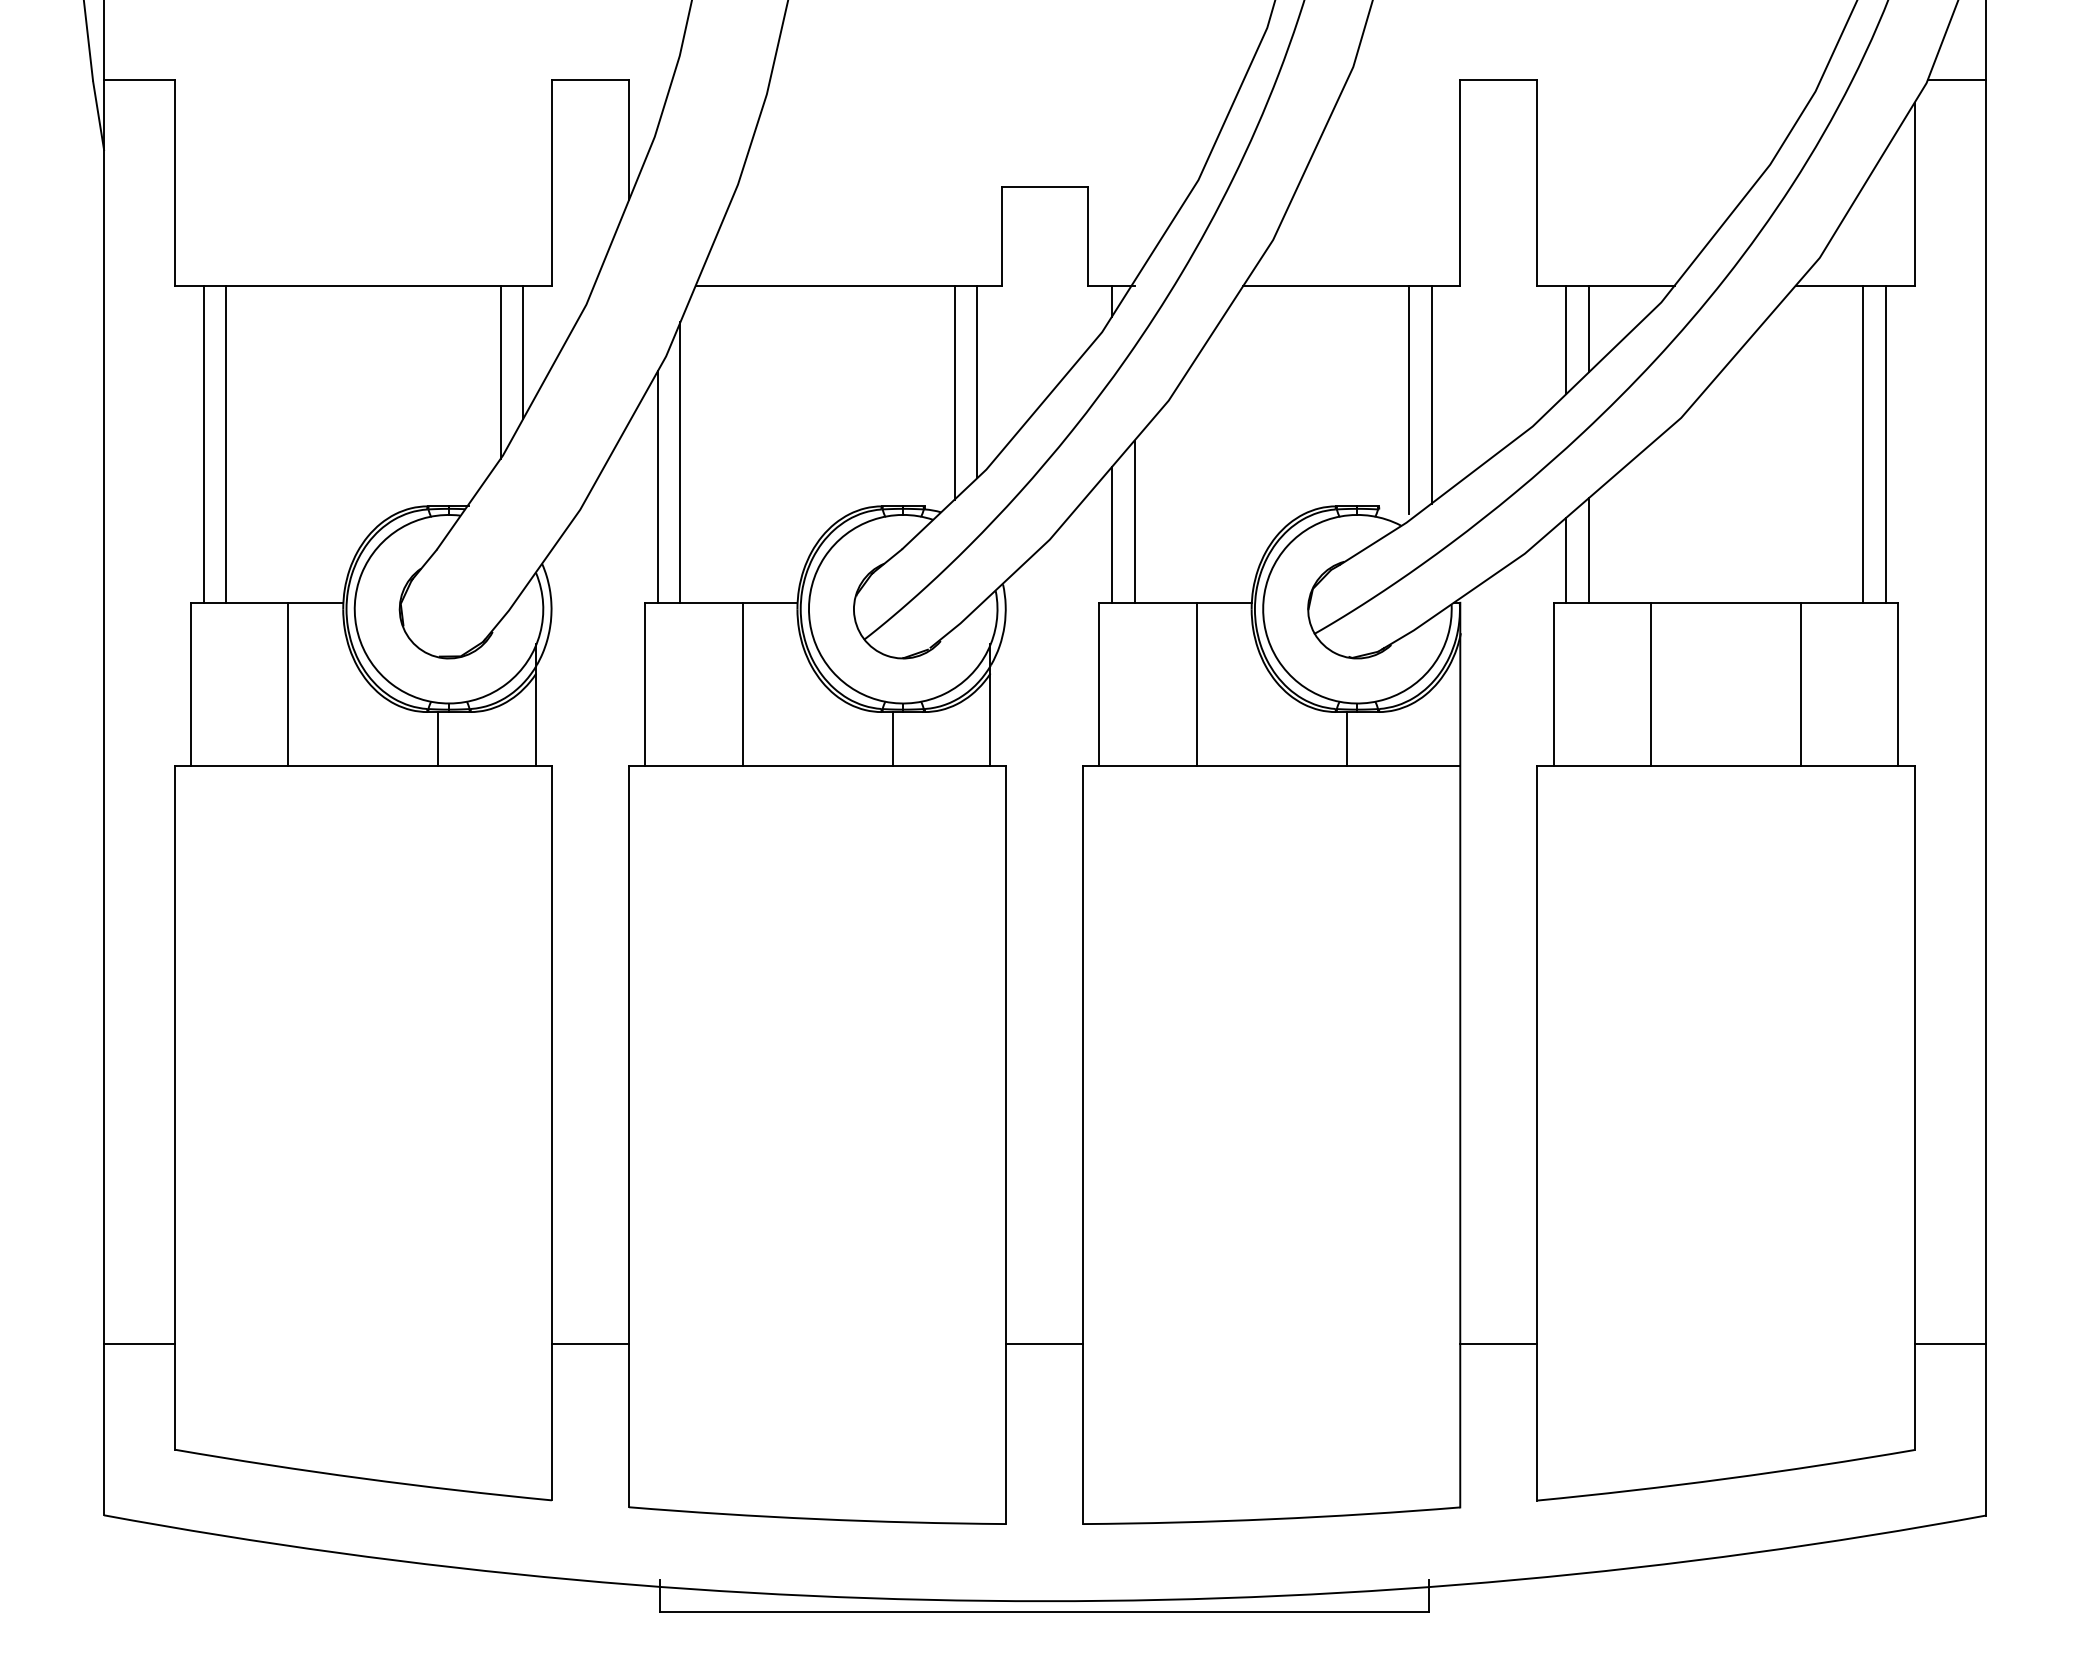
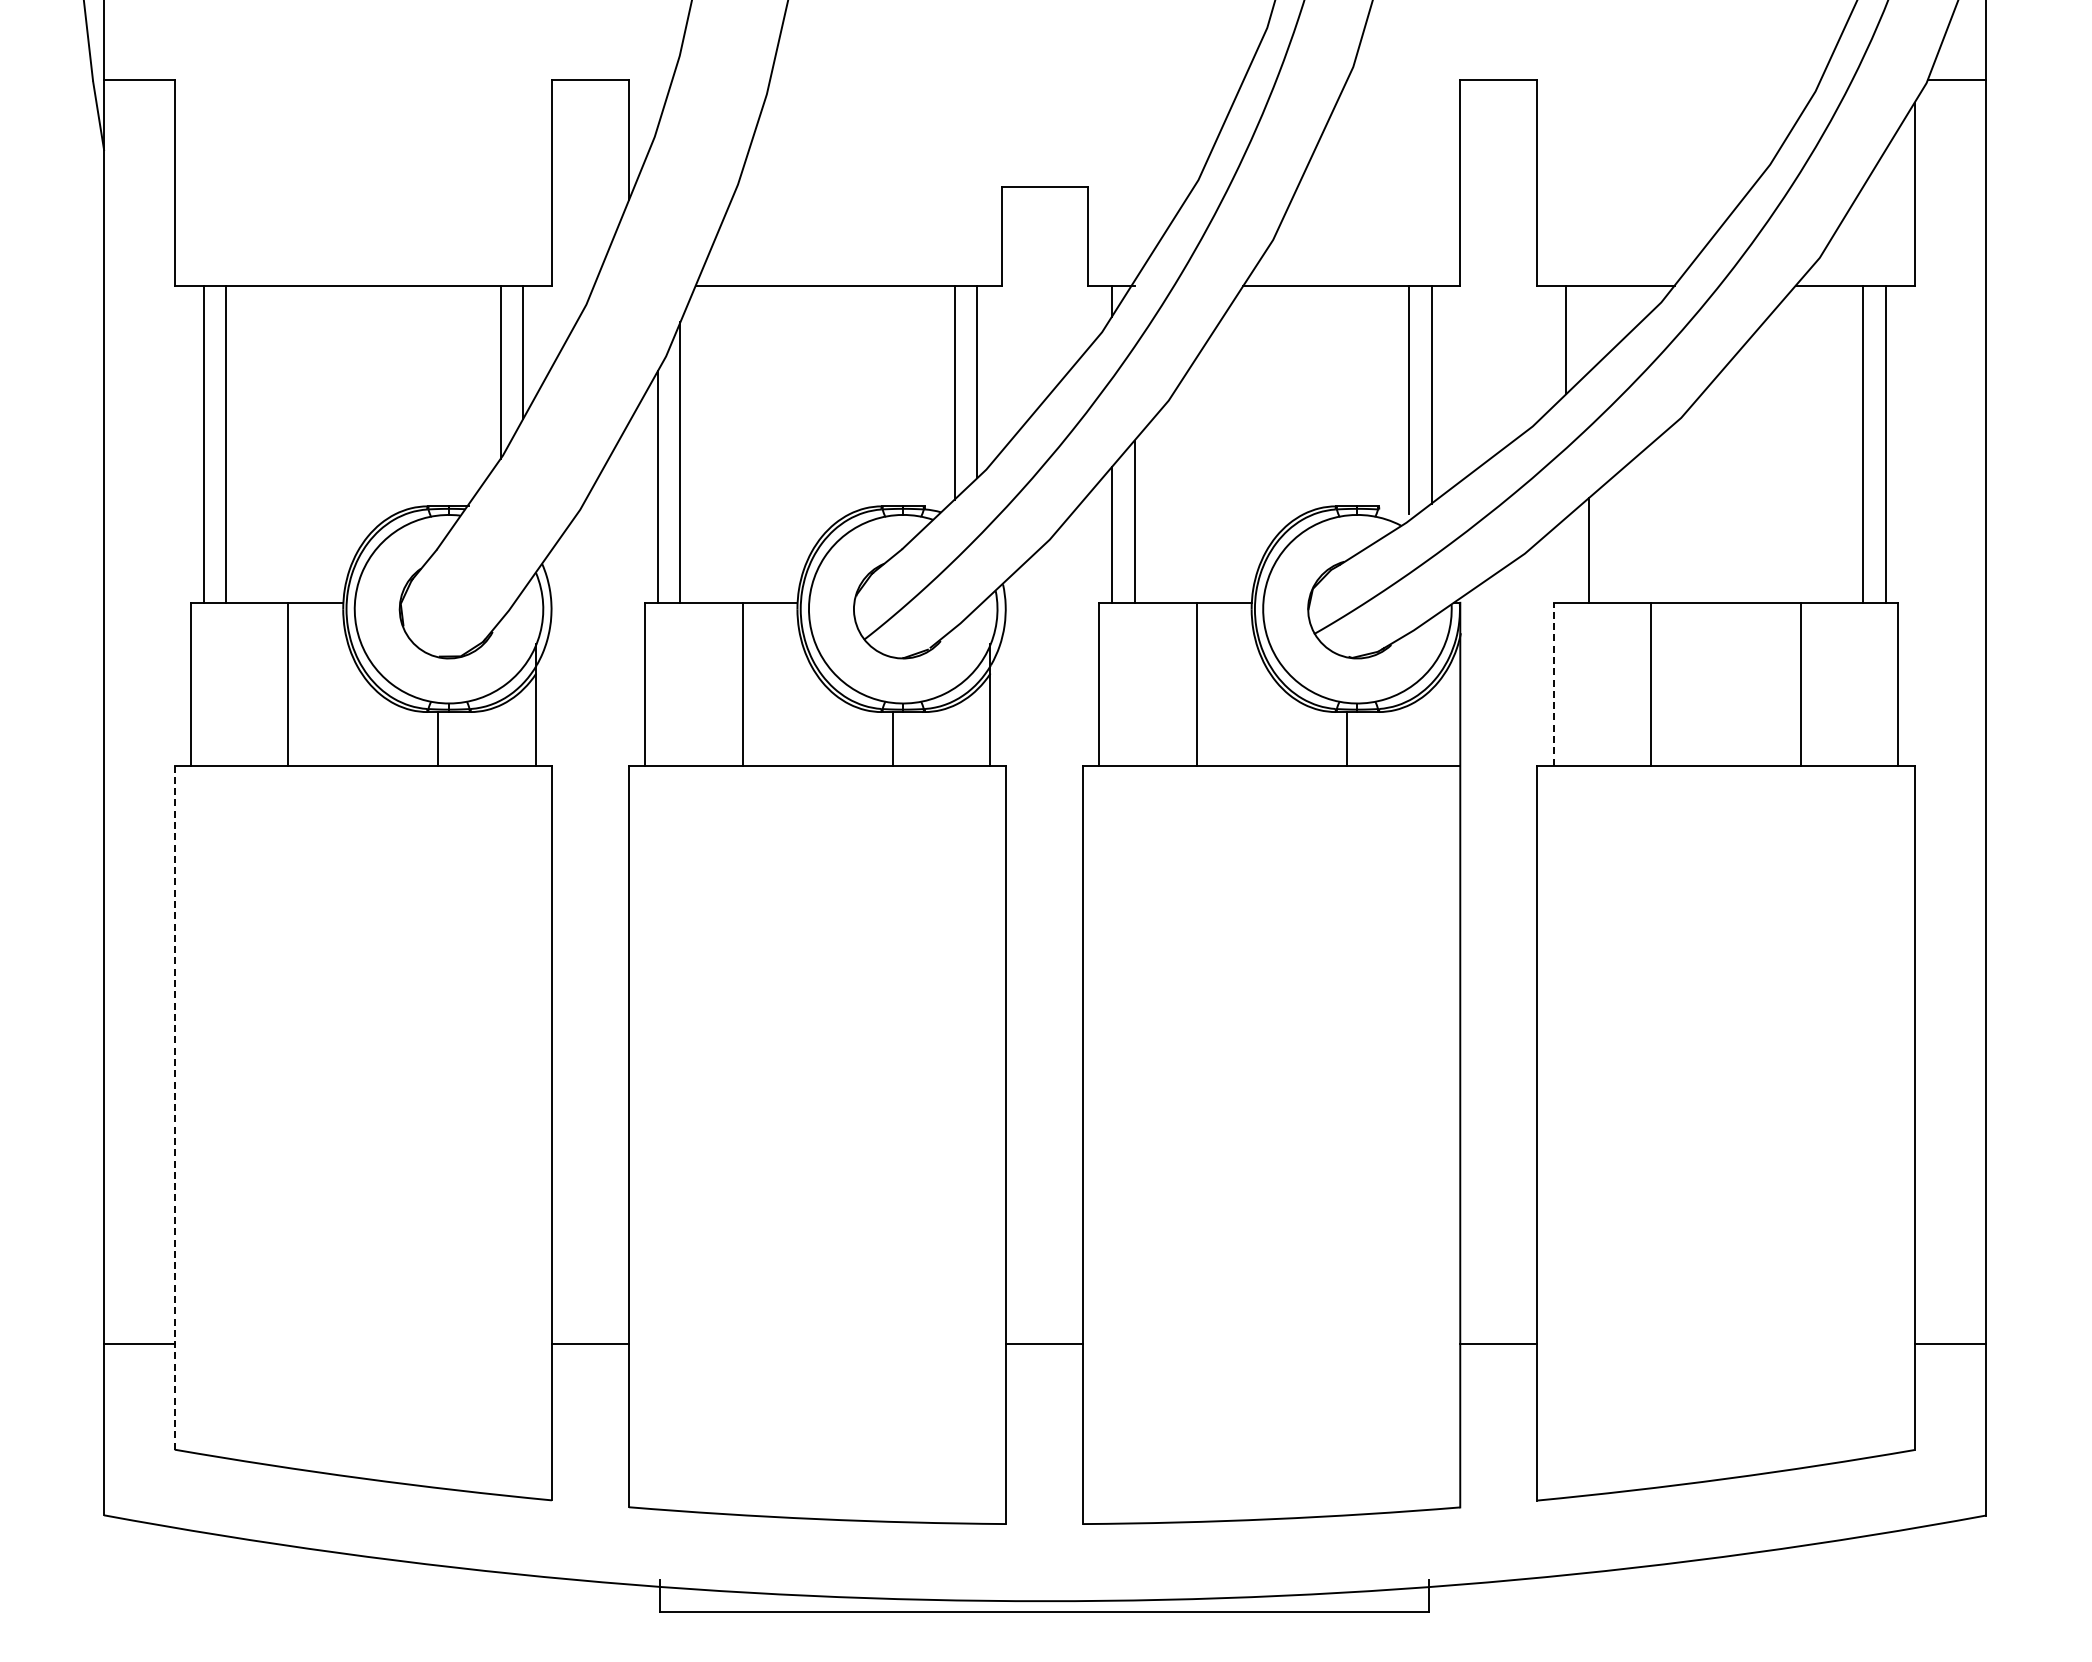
line at (1588, 328): present -> none
line at (1566, 559): present -> none
line at (1553, 683): solid -> dashed
line at (174, 1107): solid -> dashed
